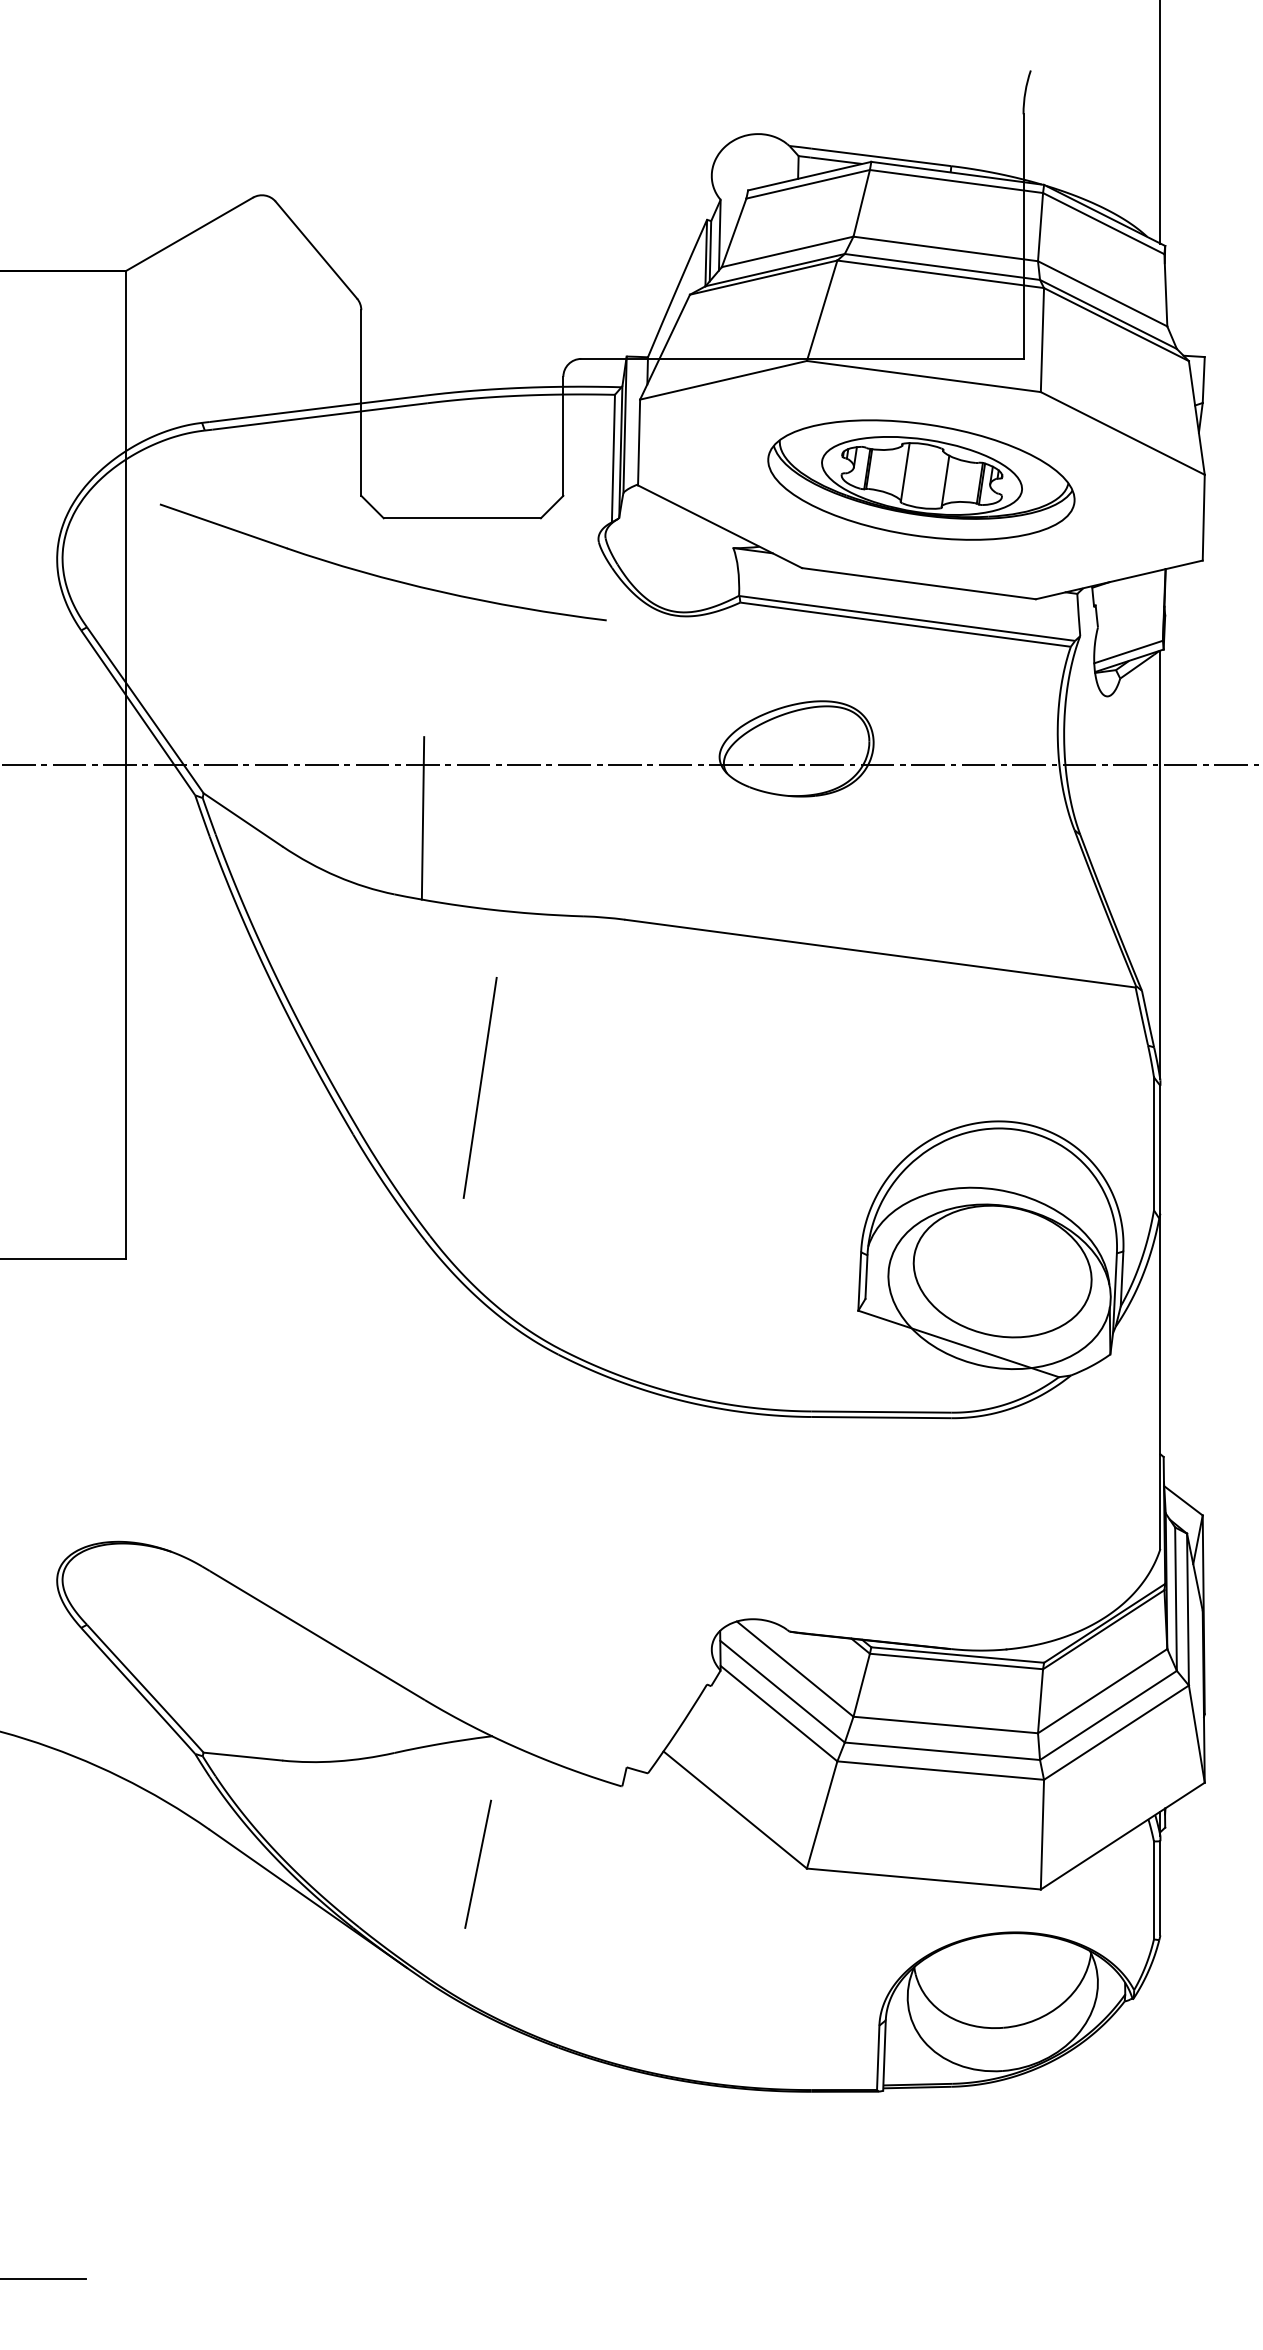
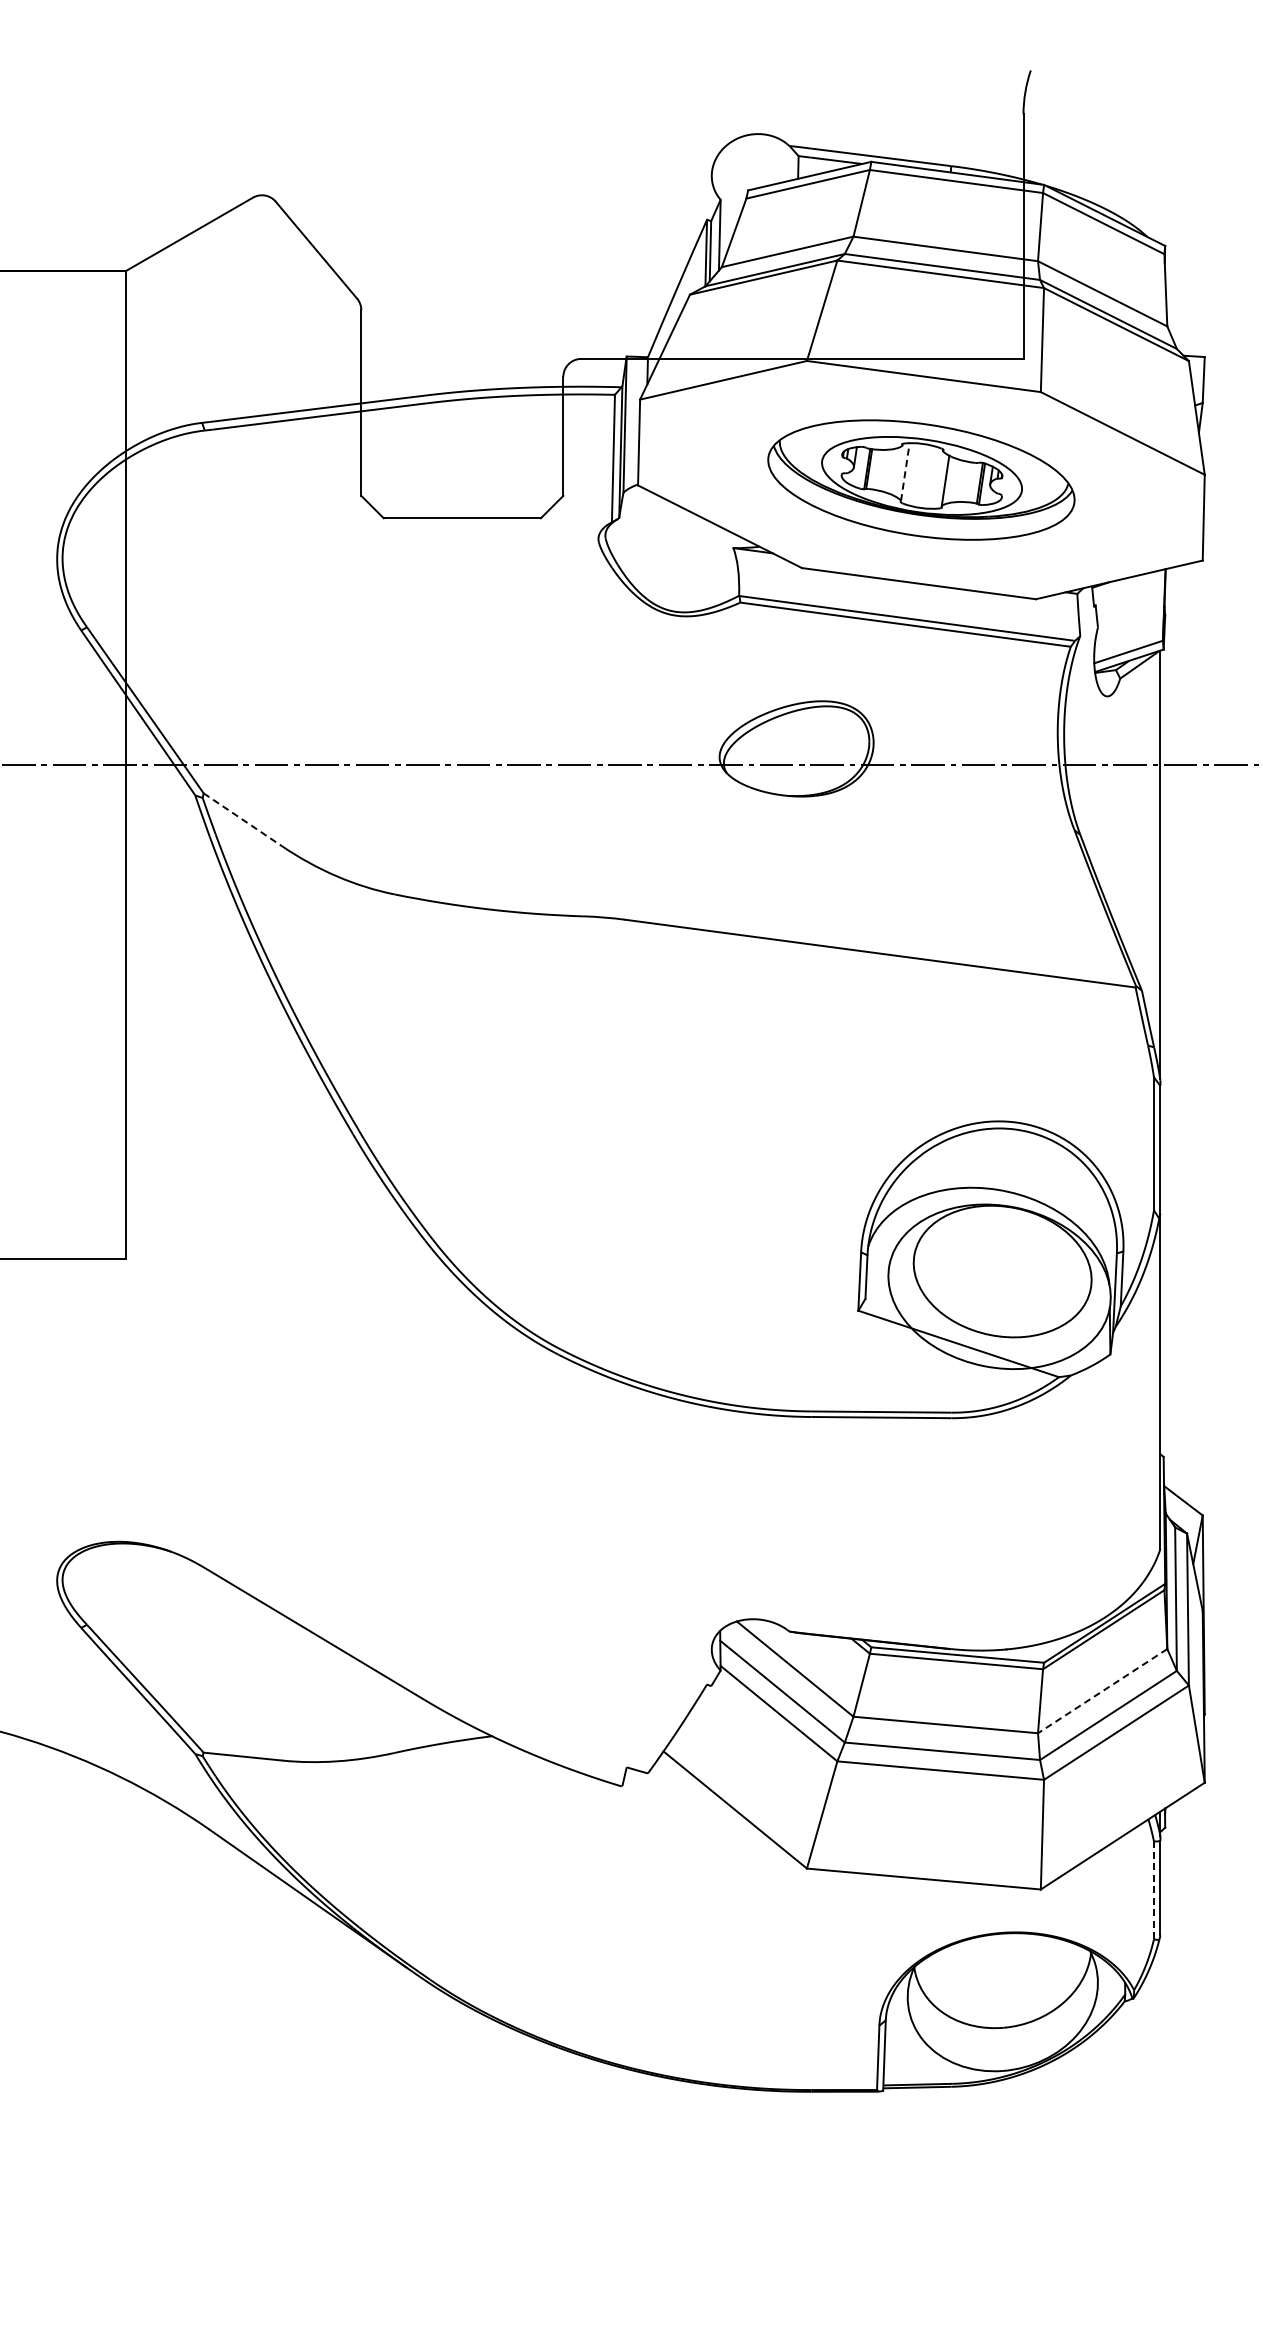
line at (1160, 122): present -> none
line at (905, 471): solid -> dashed
part at (379, 575): present -> none
line at (422, 818): present -> none
line at (243, 820): solid -> dashed
line at (479, 1087): present -> none
line at (1102, 1691): solid -> dashed
line at (478, 1863): present -> none
line at (1153, 1890): solid -> dashed
line at (44, 2279): present -> none
